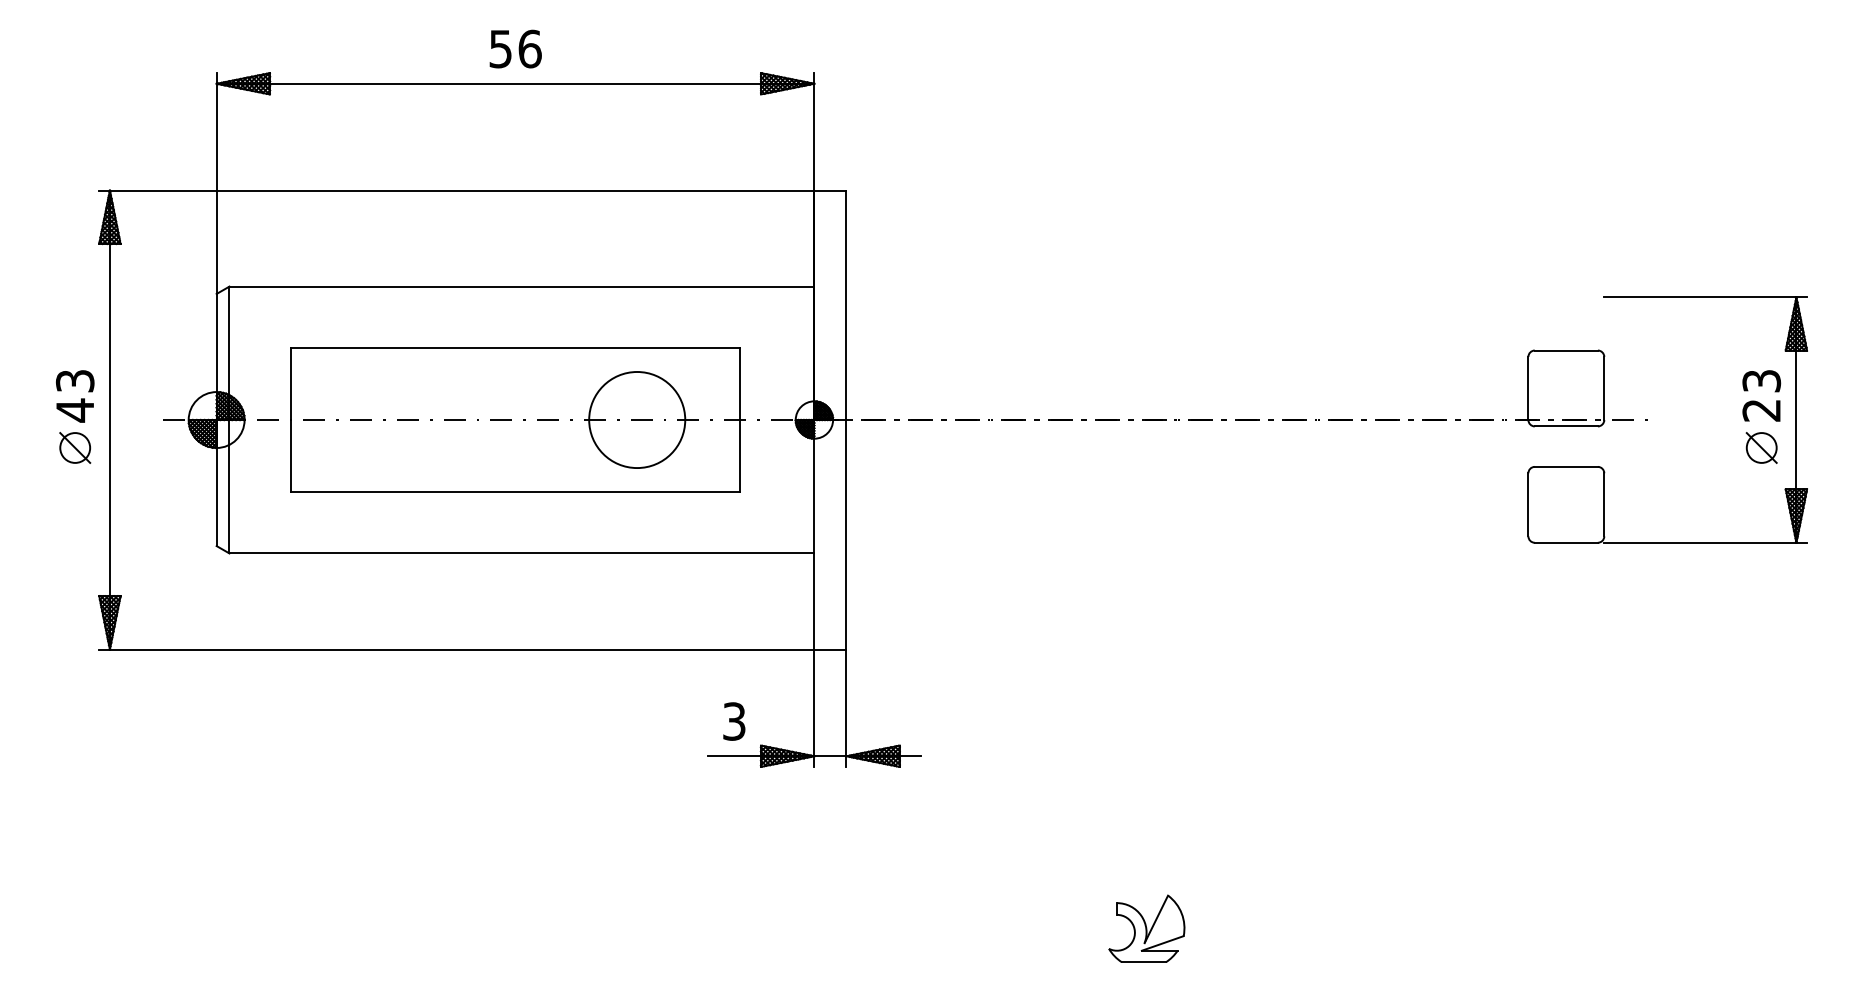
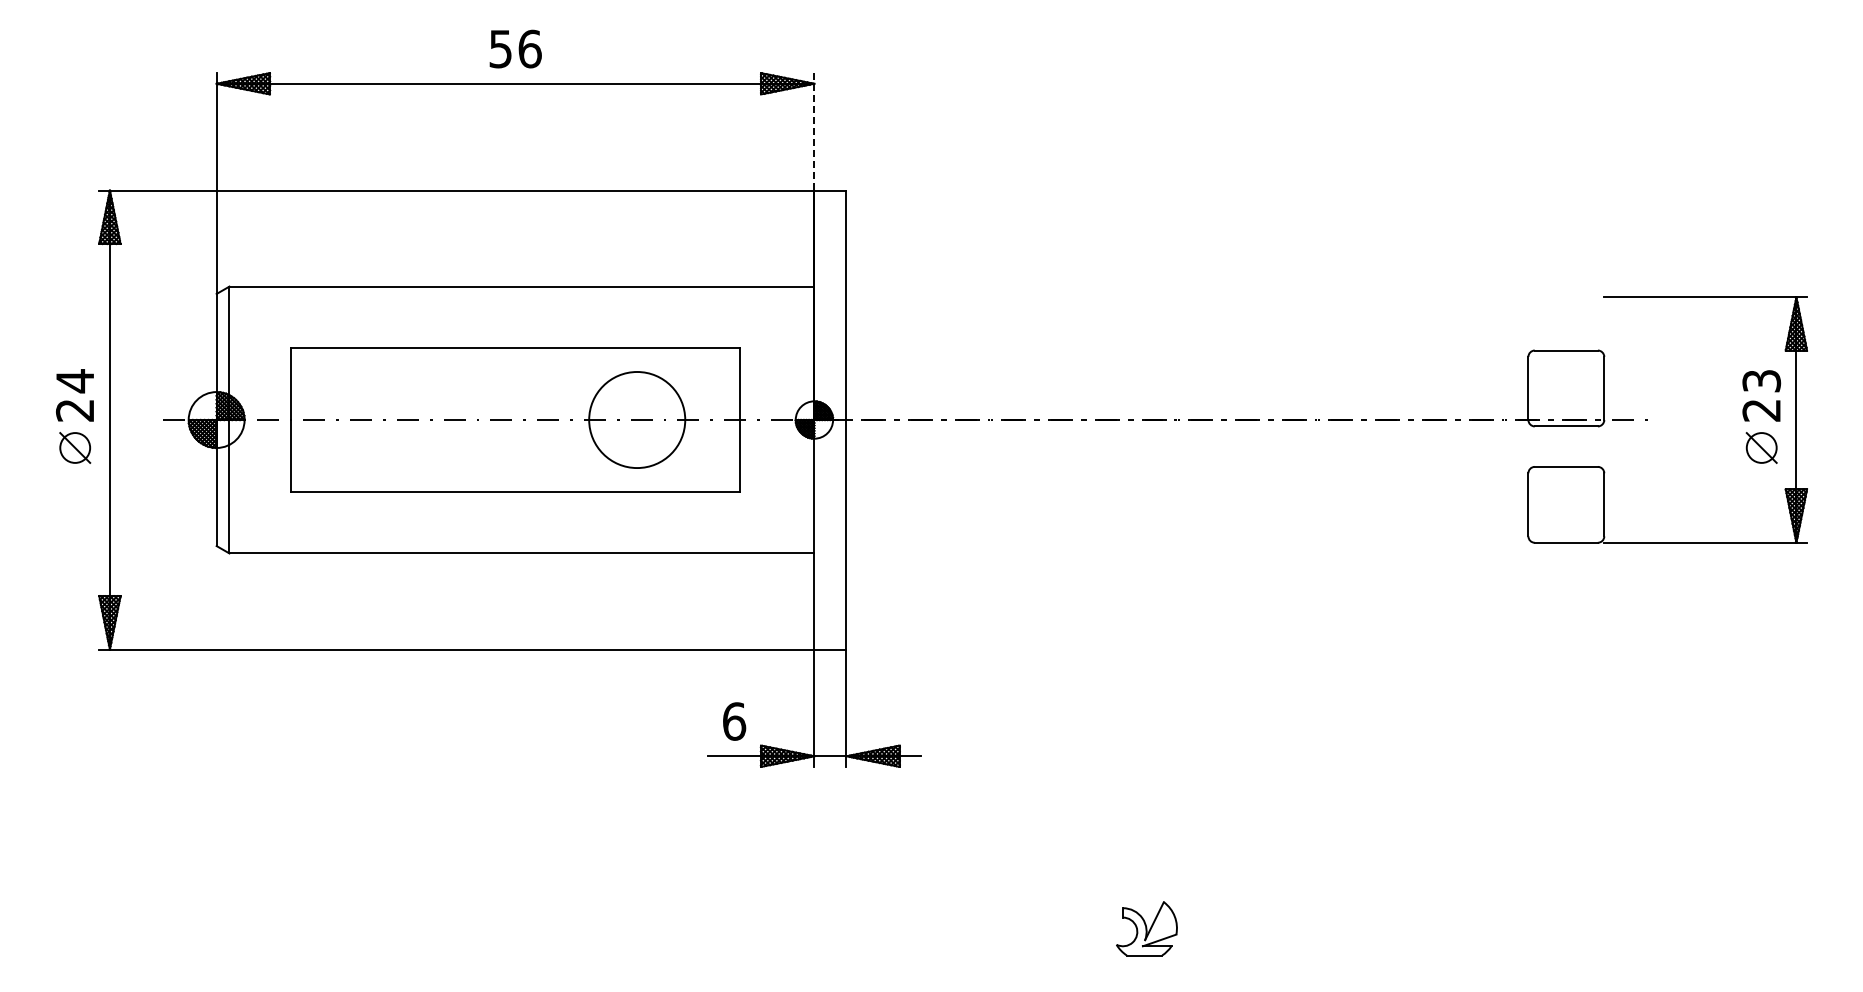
line at (814, 131): solid -> dashed
text at (74, 395): 43 -> 24
text at (734, 721): 3 -> 6
part at (1146, 928) size: 78x69 px -> 62x56 px
